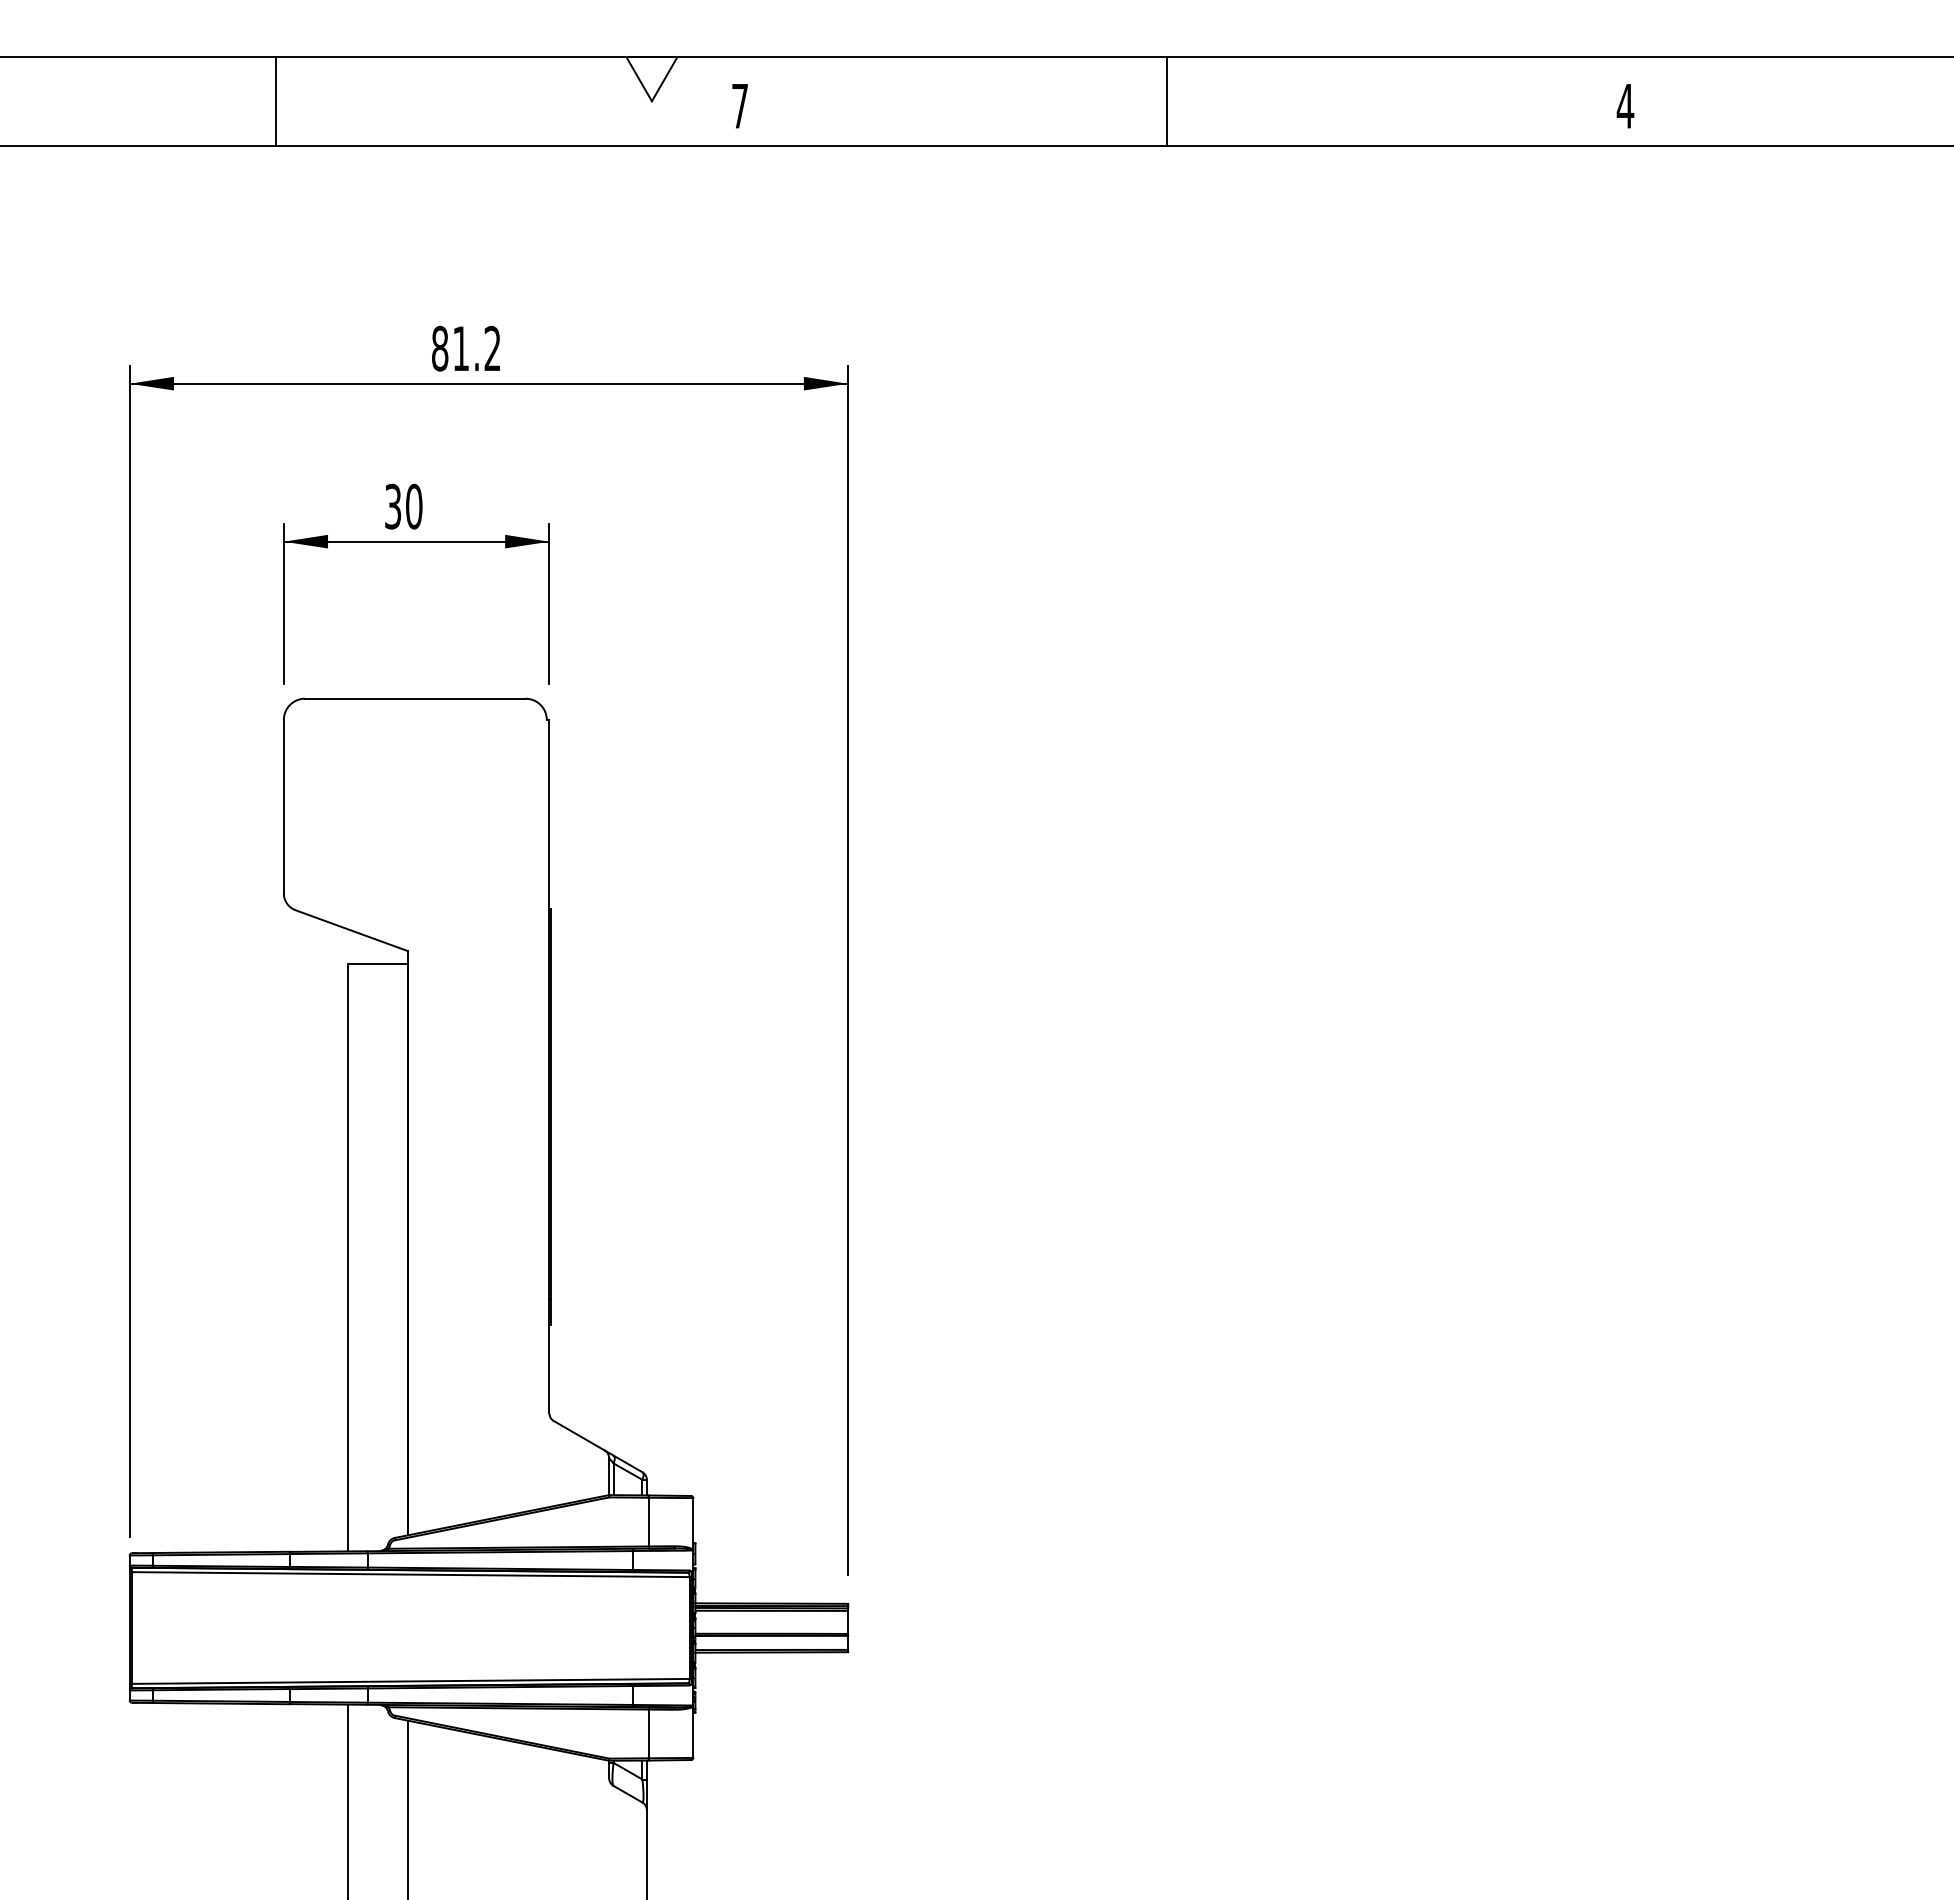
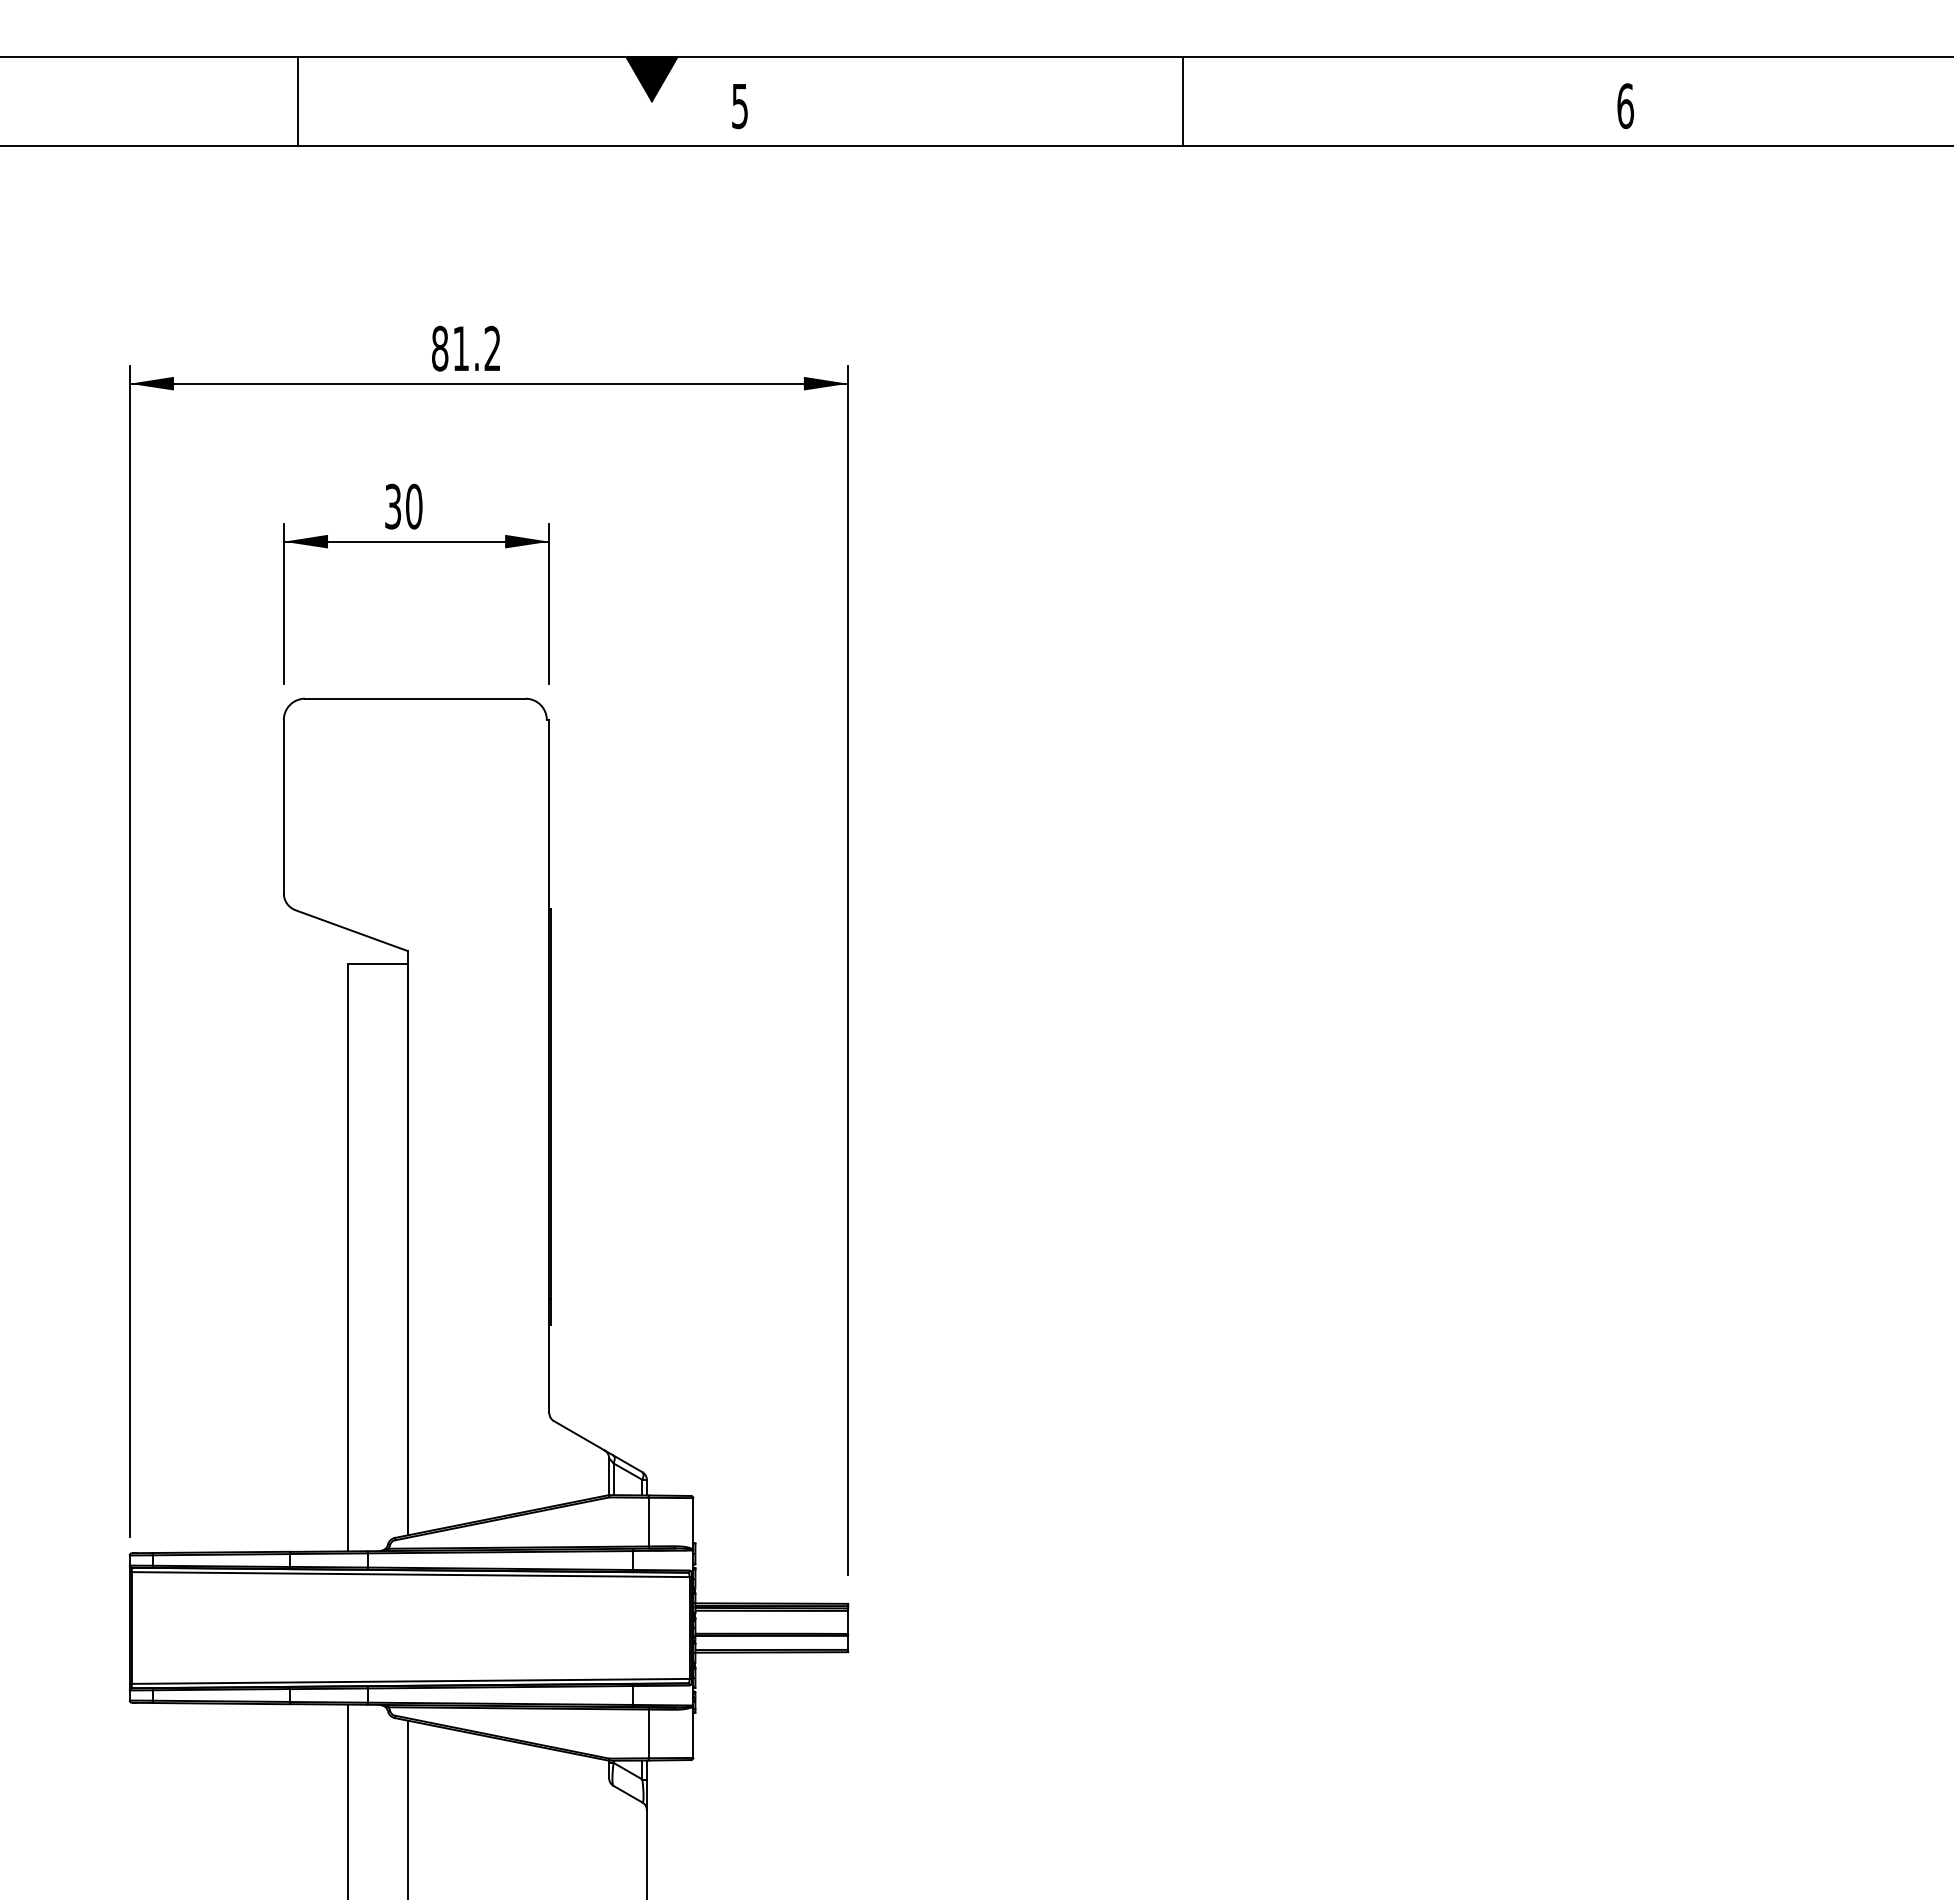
fill at (651, 79): none -> present
line at (275, 101) position: (275, 101) -> (297, 101)
line at (1167, 101) position: (1167, 101) -> (1183, 101)
text at (739, 106): 7 -> 5
text at (1625, 106): 4 -> 6
